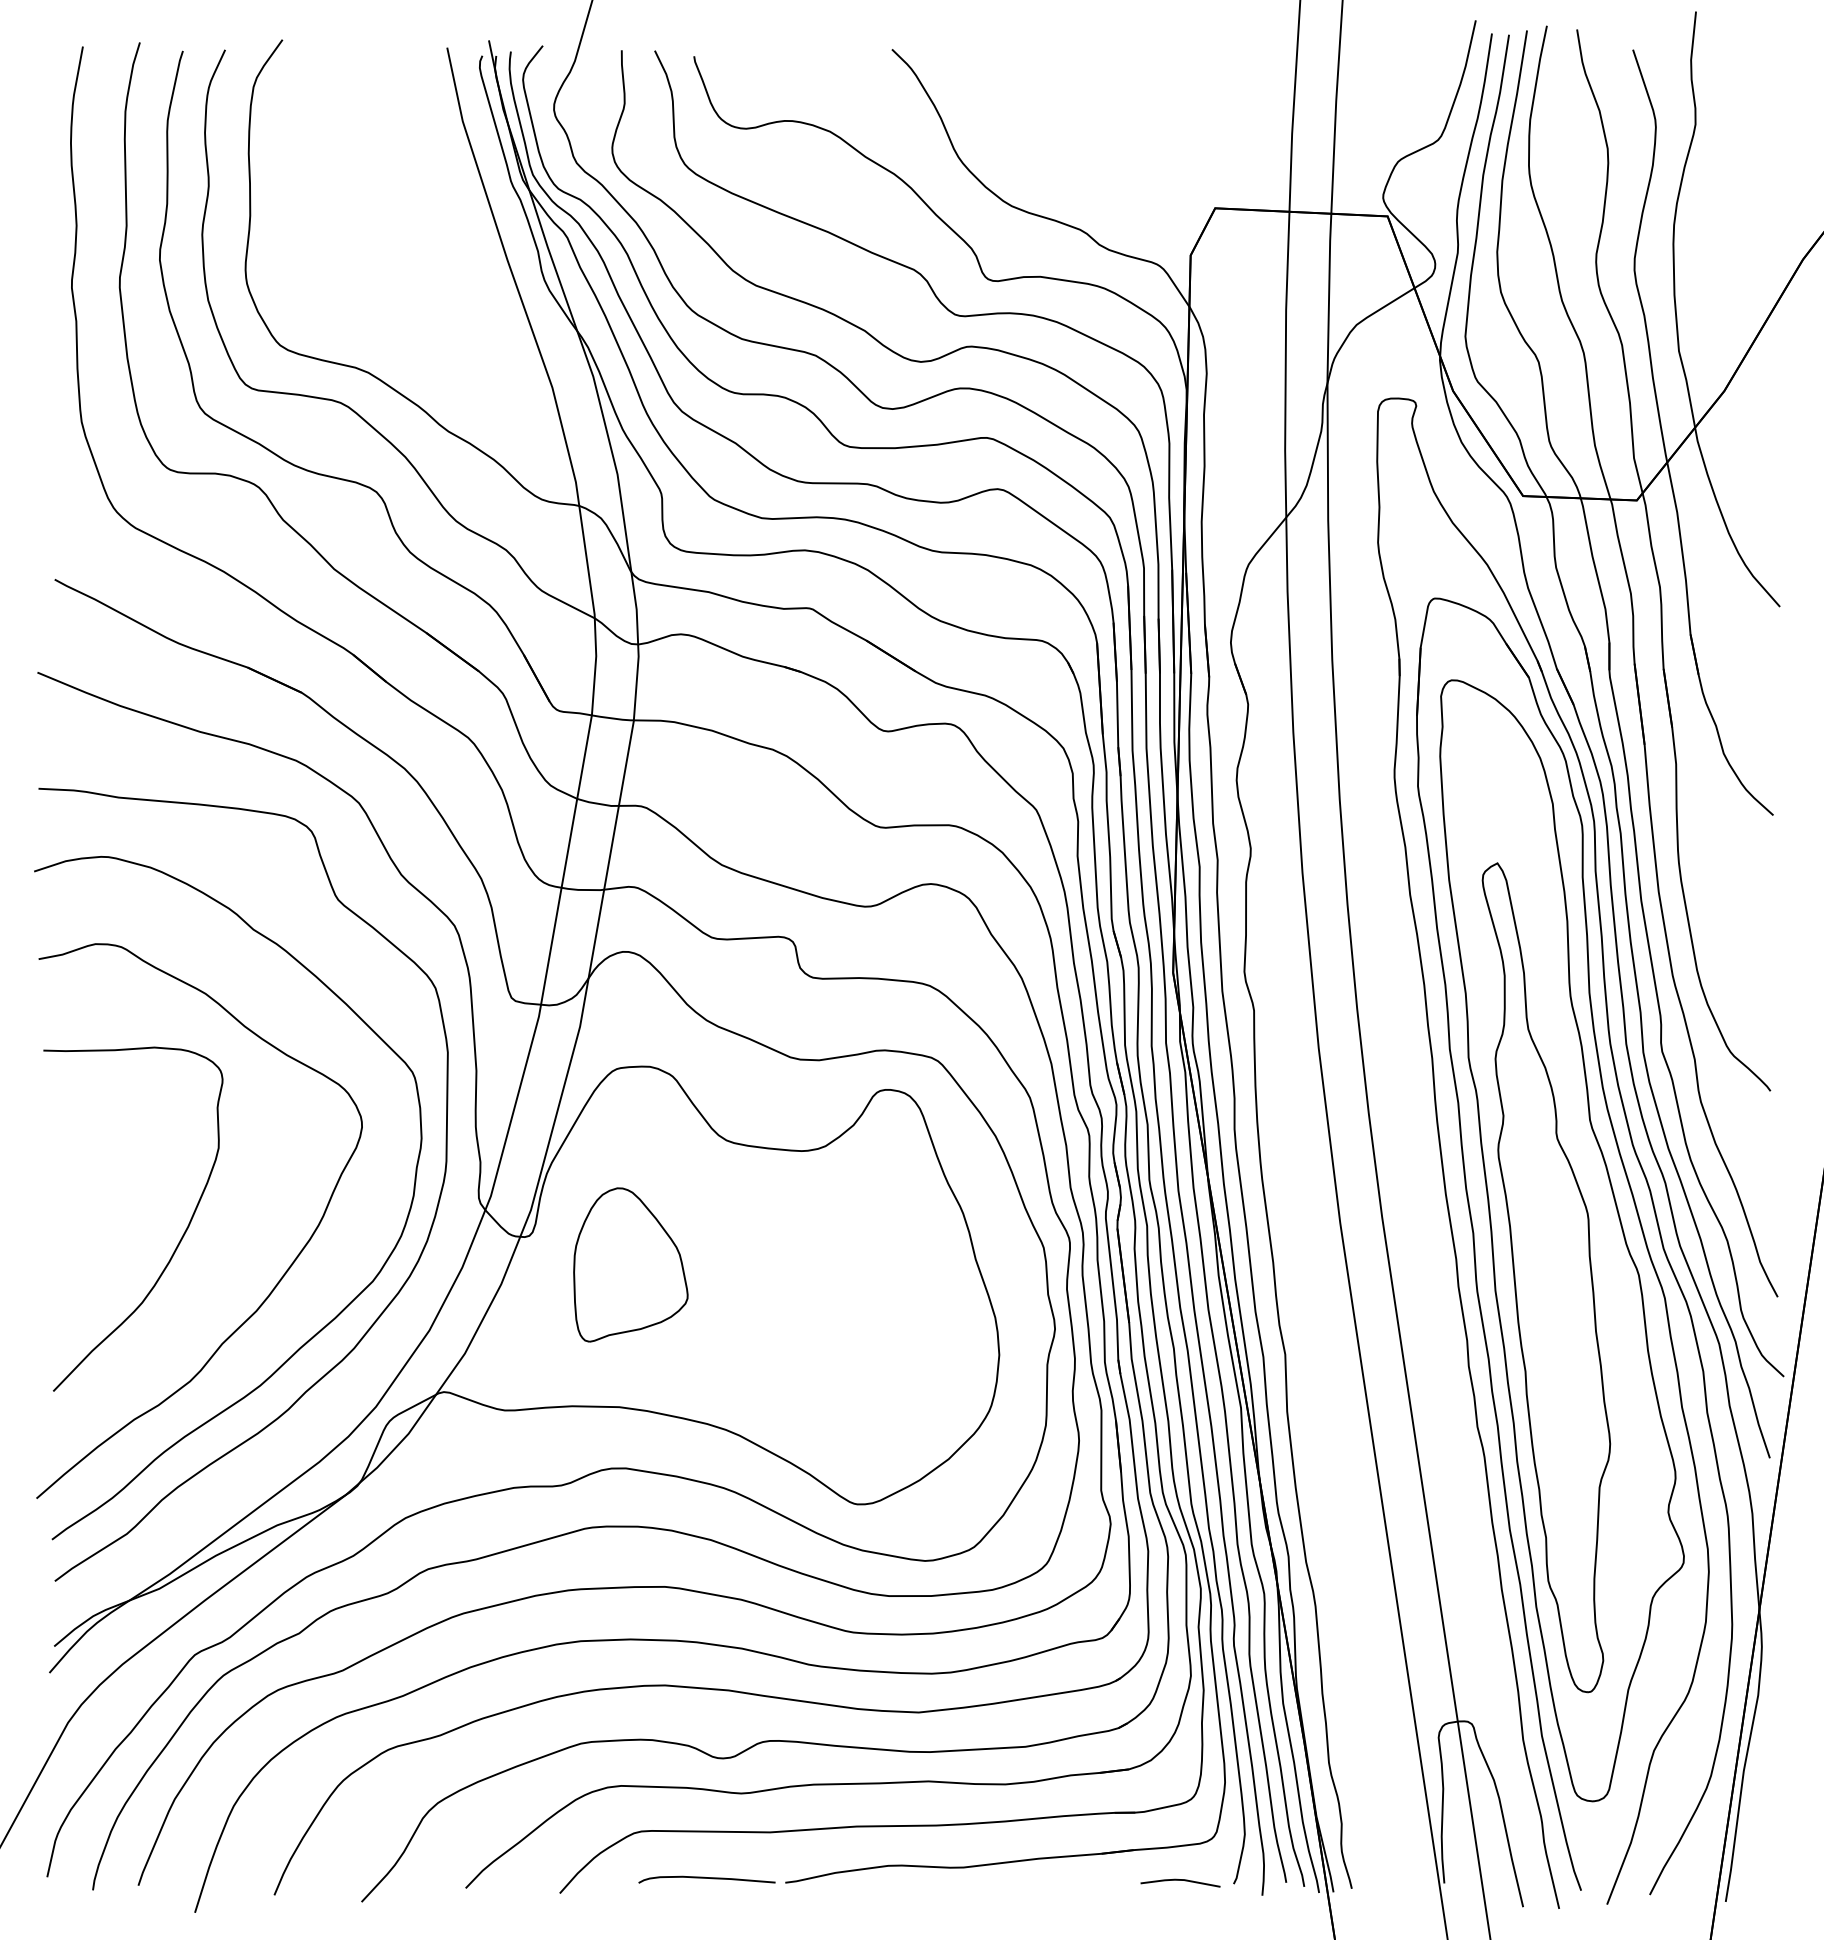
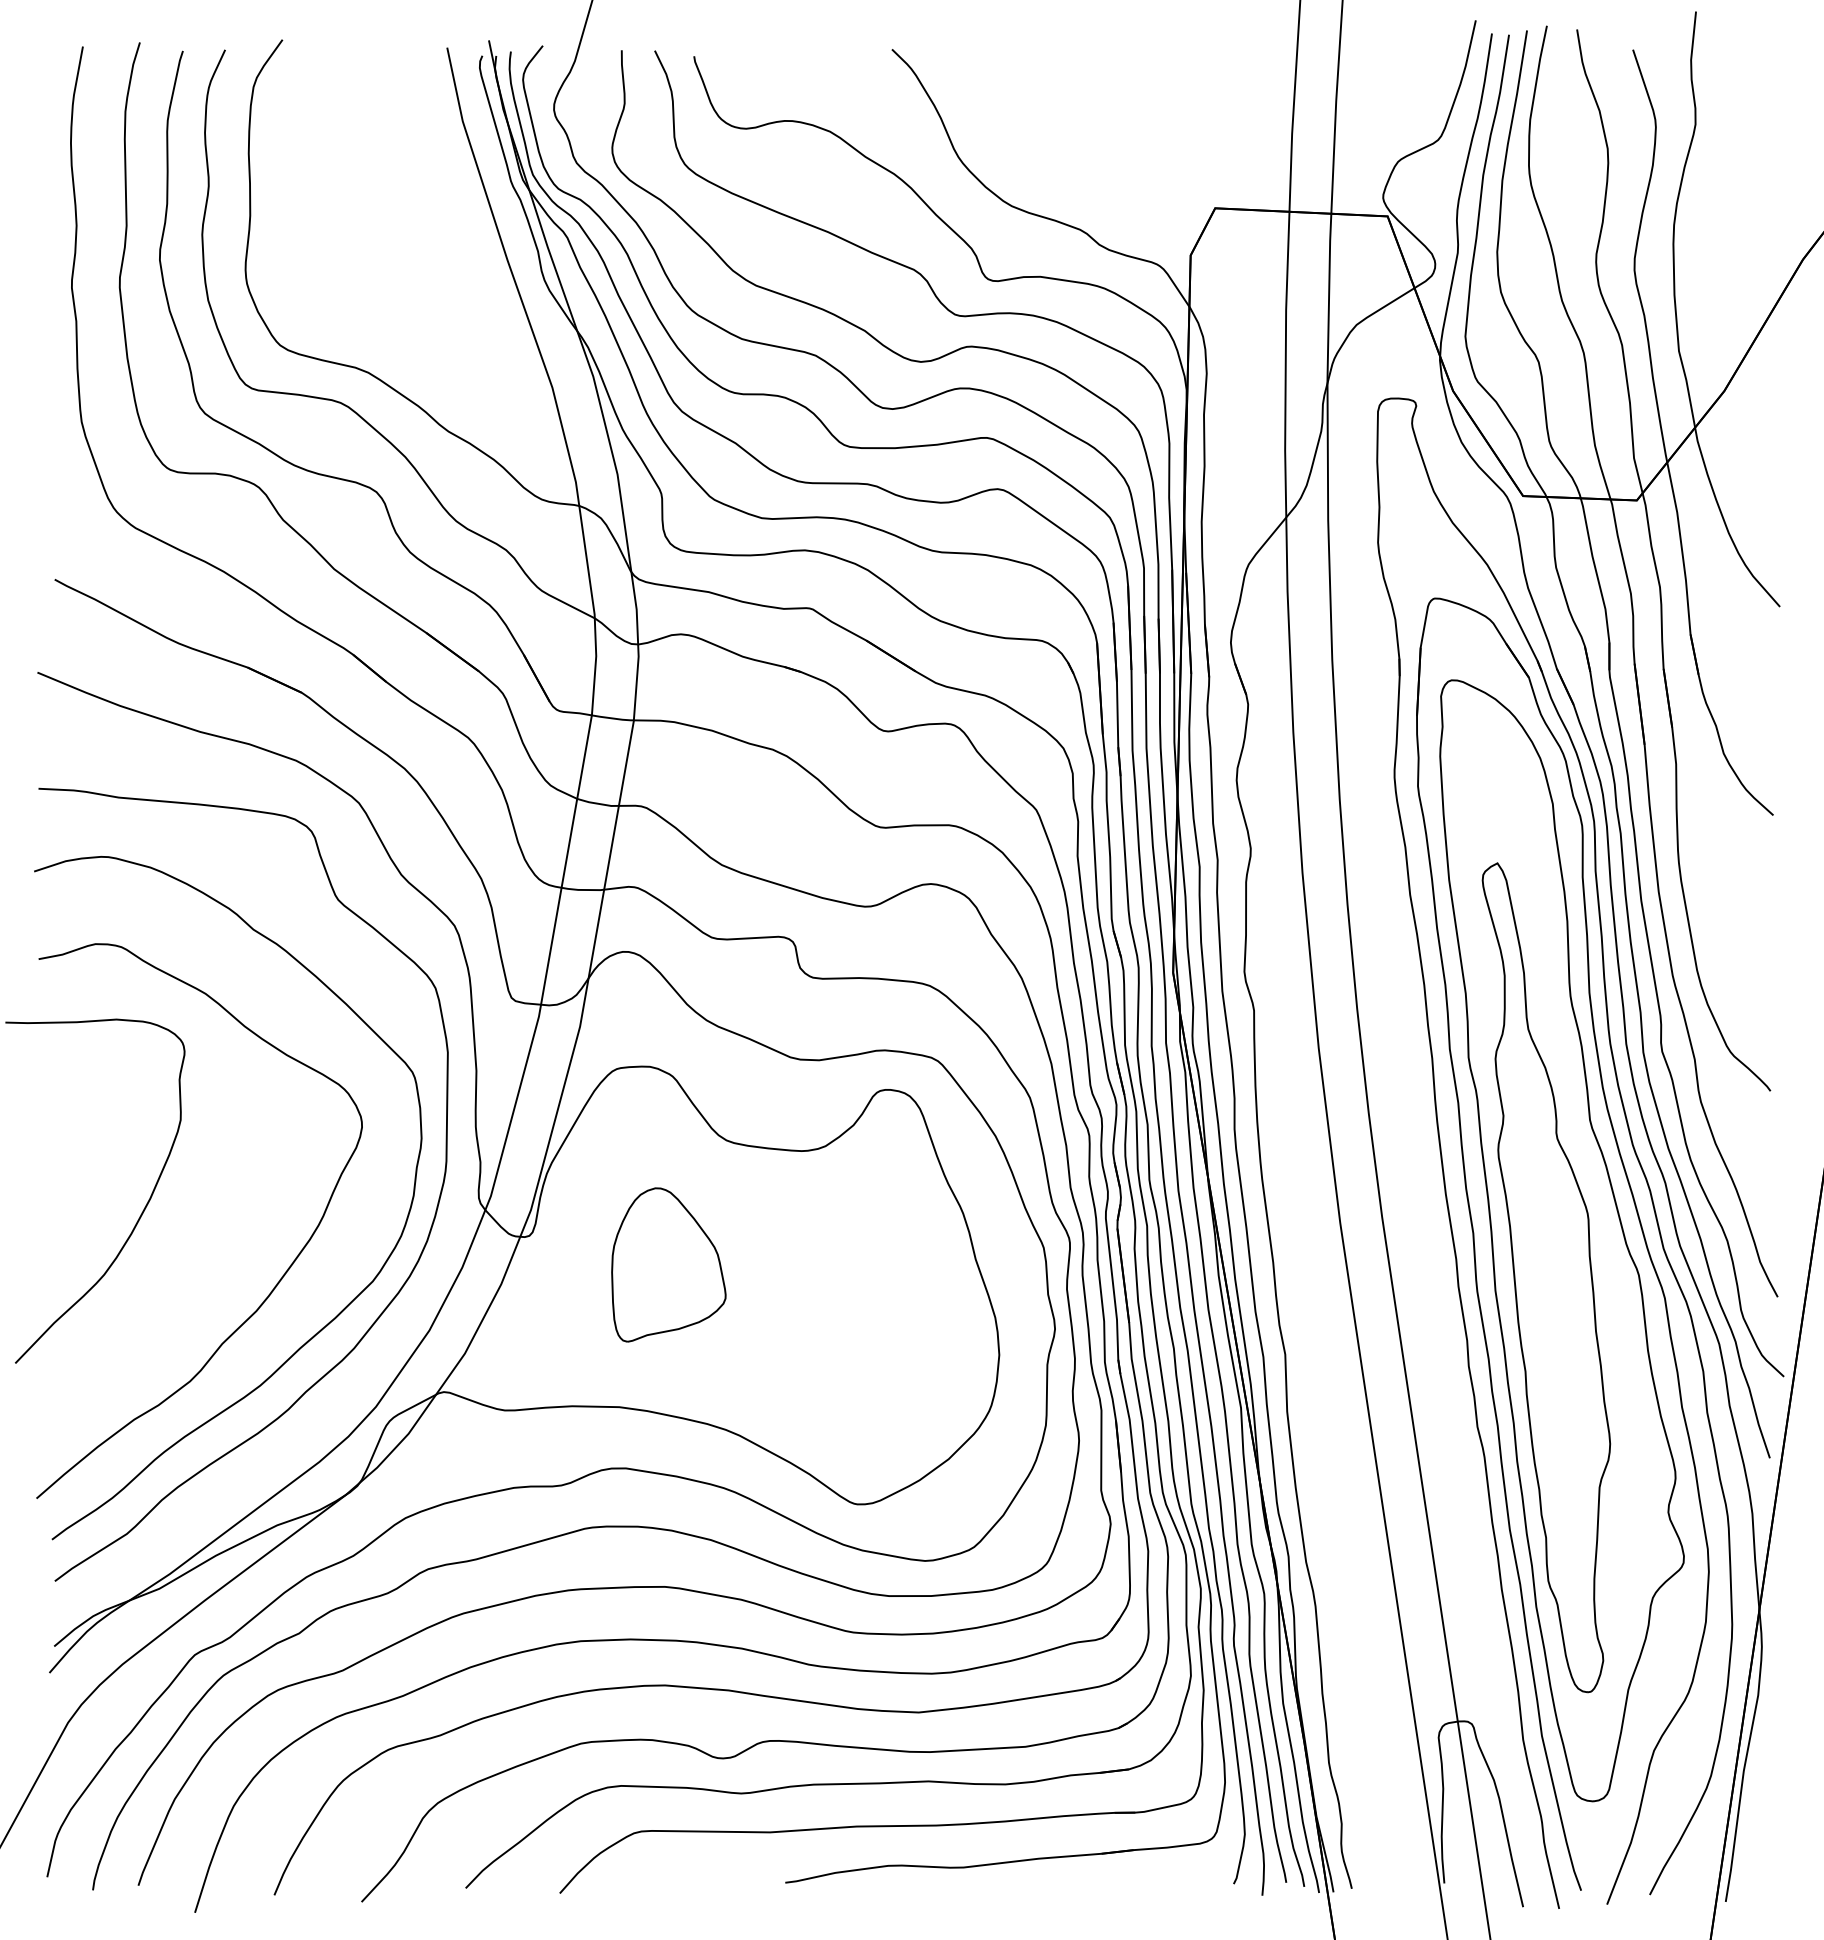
curve at (179, 1240) position: (179, 1240) -> (141, 1212)
part at (630, 1264) position: (630, 1264) -> (668, 1264)
curve at (706, 1878): present -> none
line at (1180, 1880): present -> none
